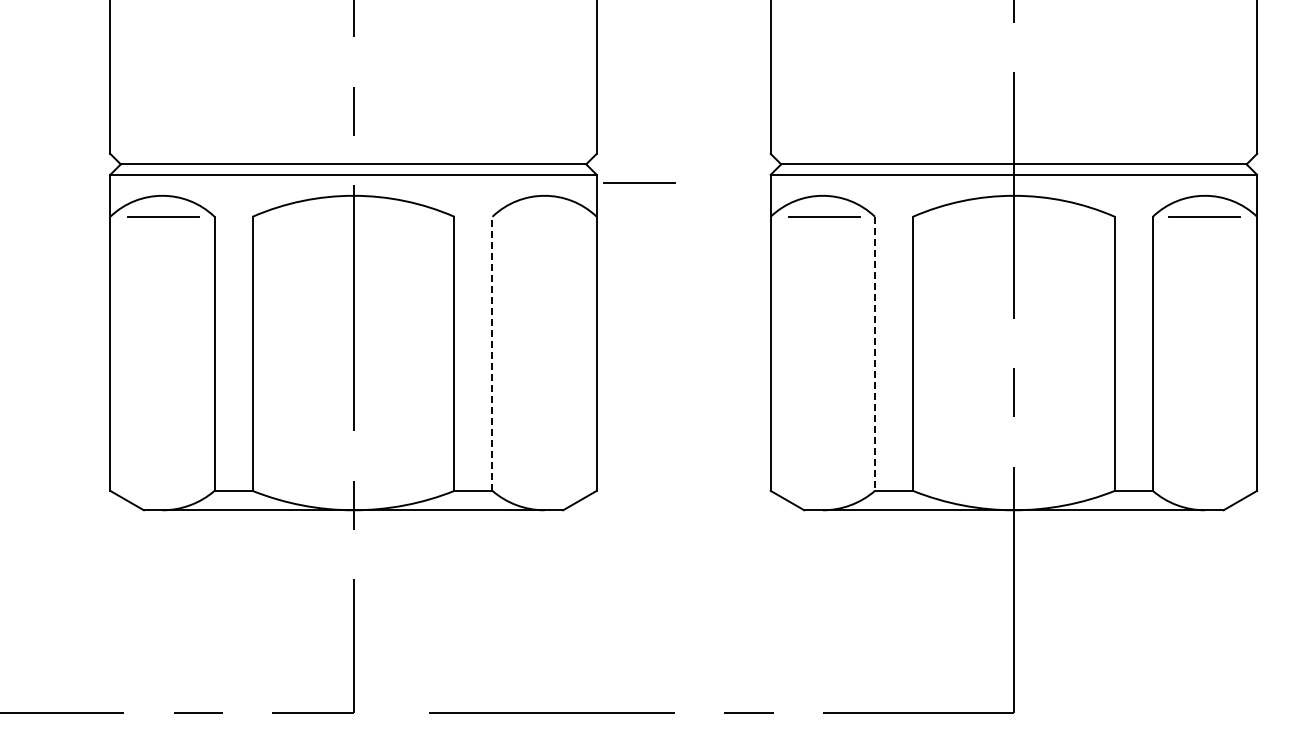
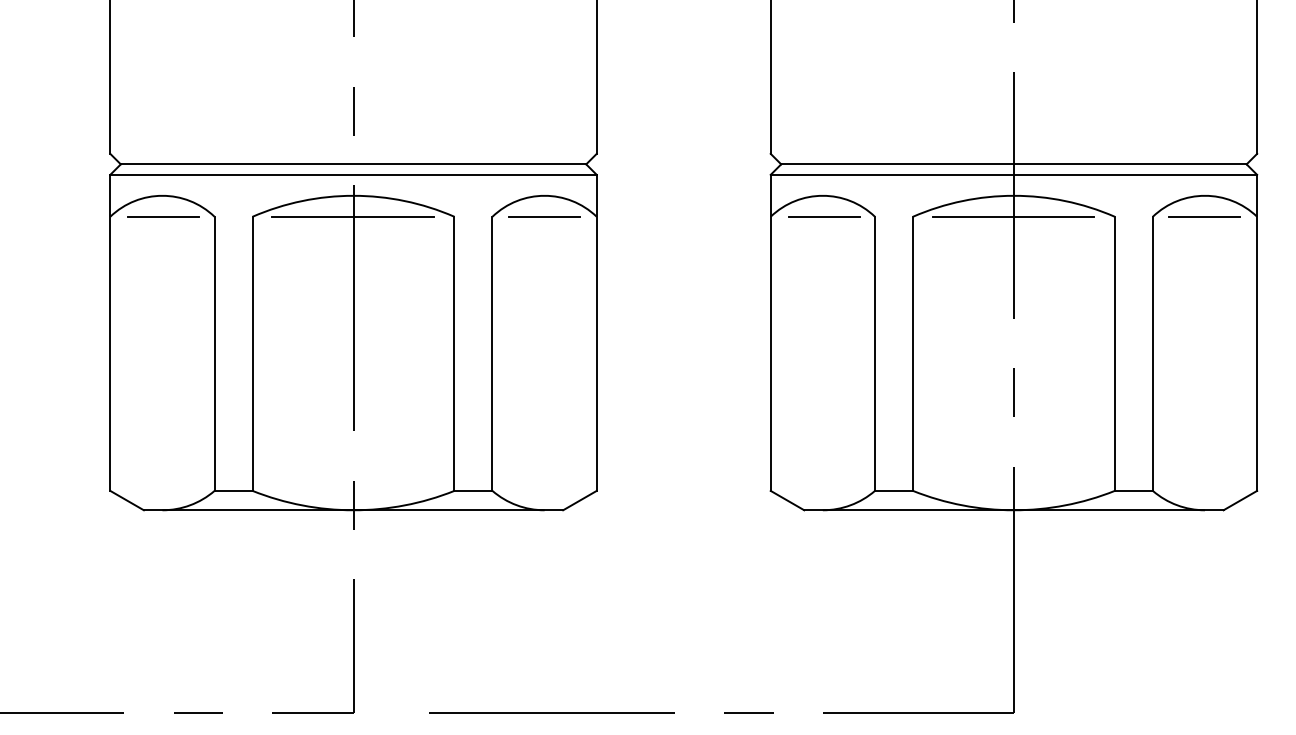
line at (639, 182) position: (639, 182) -> (544, 216)
line at (352, 216): none -> present
line at (1013, 216): none -> present
line at (492, 353): dashed -> solid
line at (874, 354): dashed -> solid
